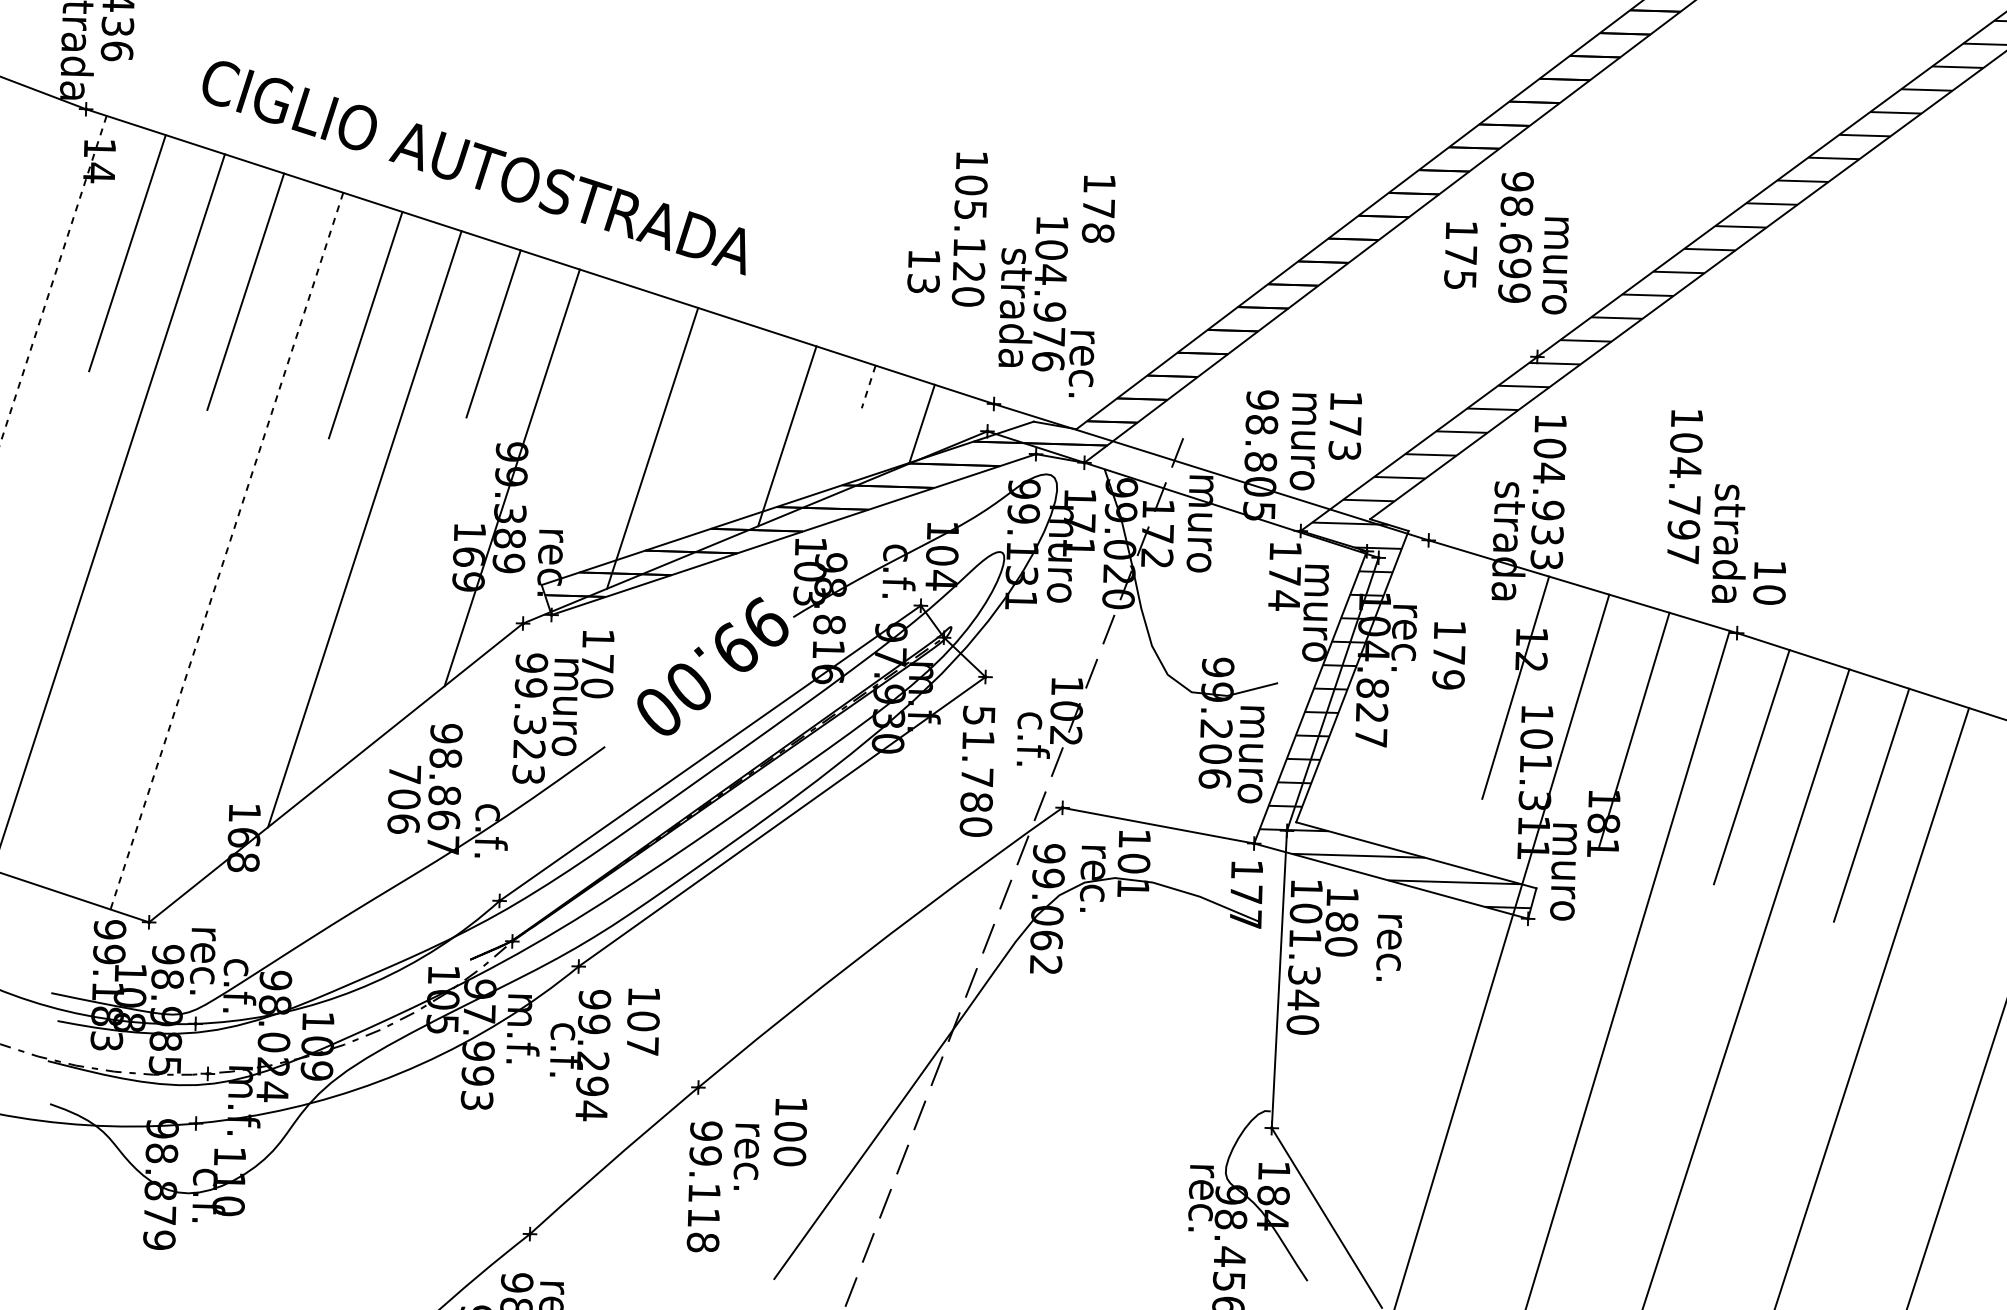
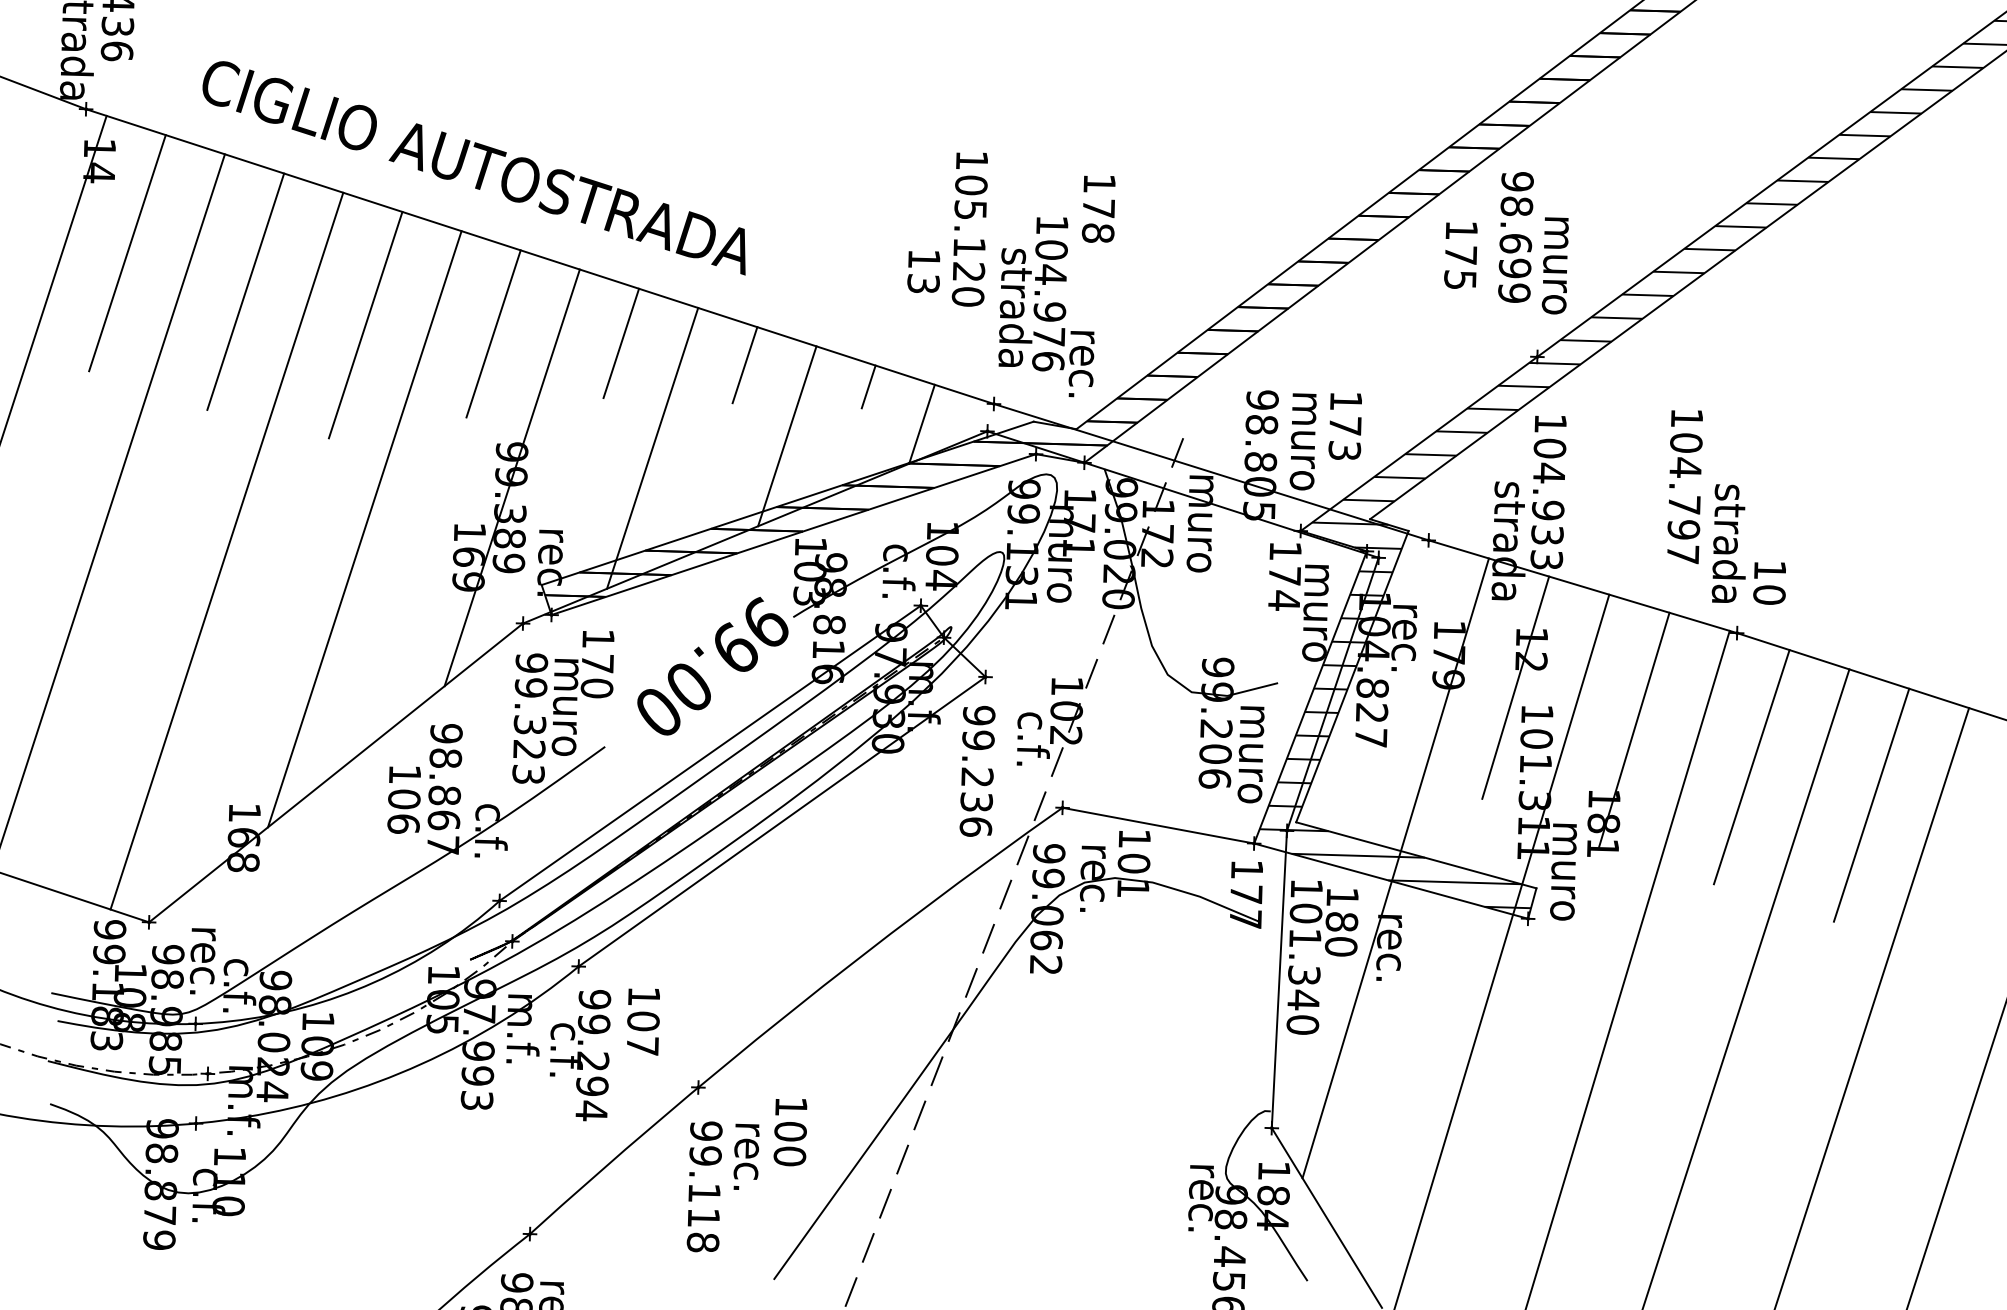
line at (53, 280): dashed -> solid
line at (621, 343): none -> present
line at (744, 365): none -> present
line at (868, 387): dashed -> solid
line at (226, 551): dashed -> solid
text at (977, 770): 51.780 -> 99.236
text at (405, 774): 706 -> 106
line at (1395, 868): none -> present
